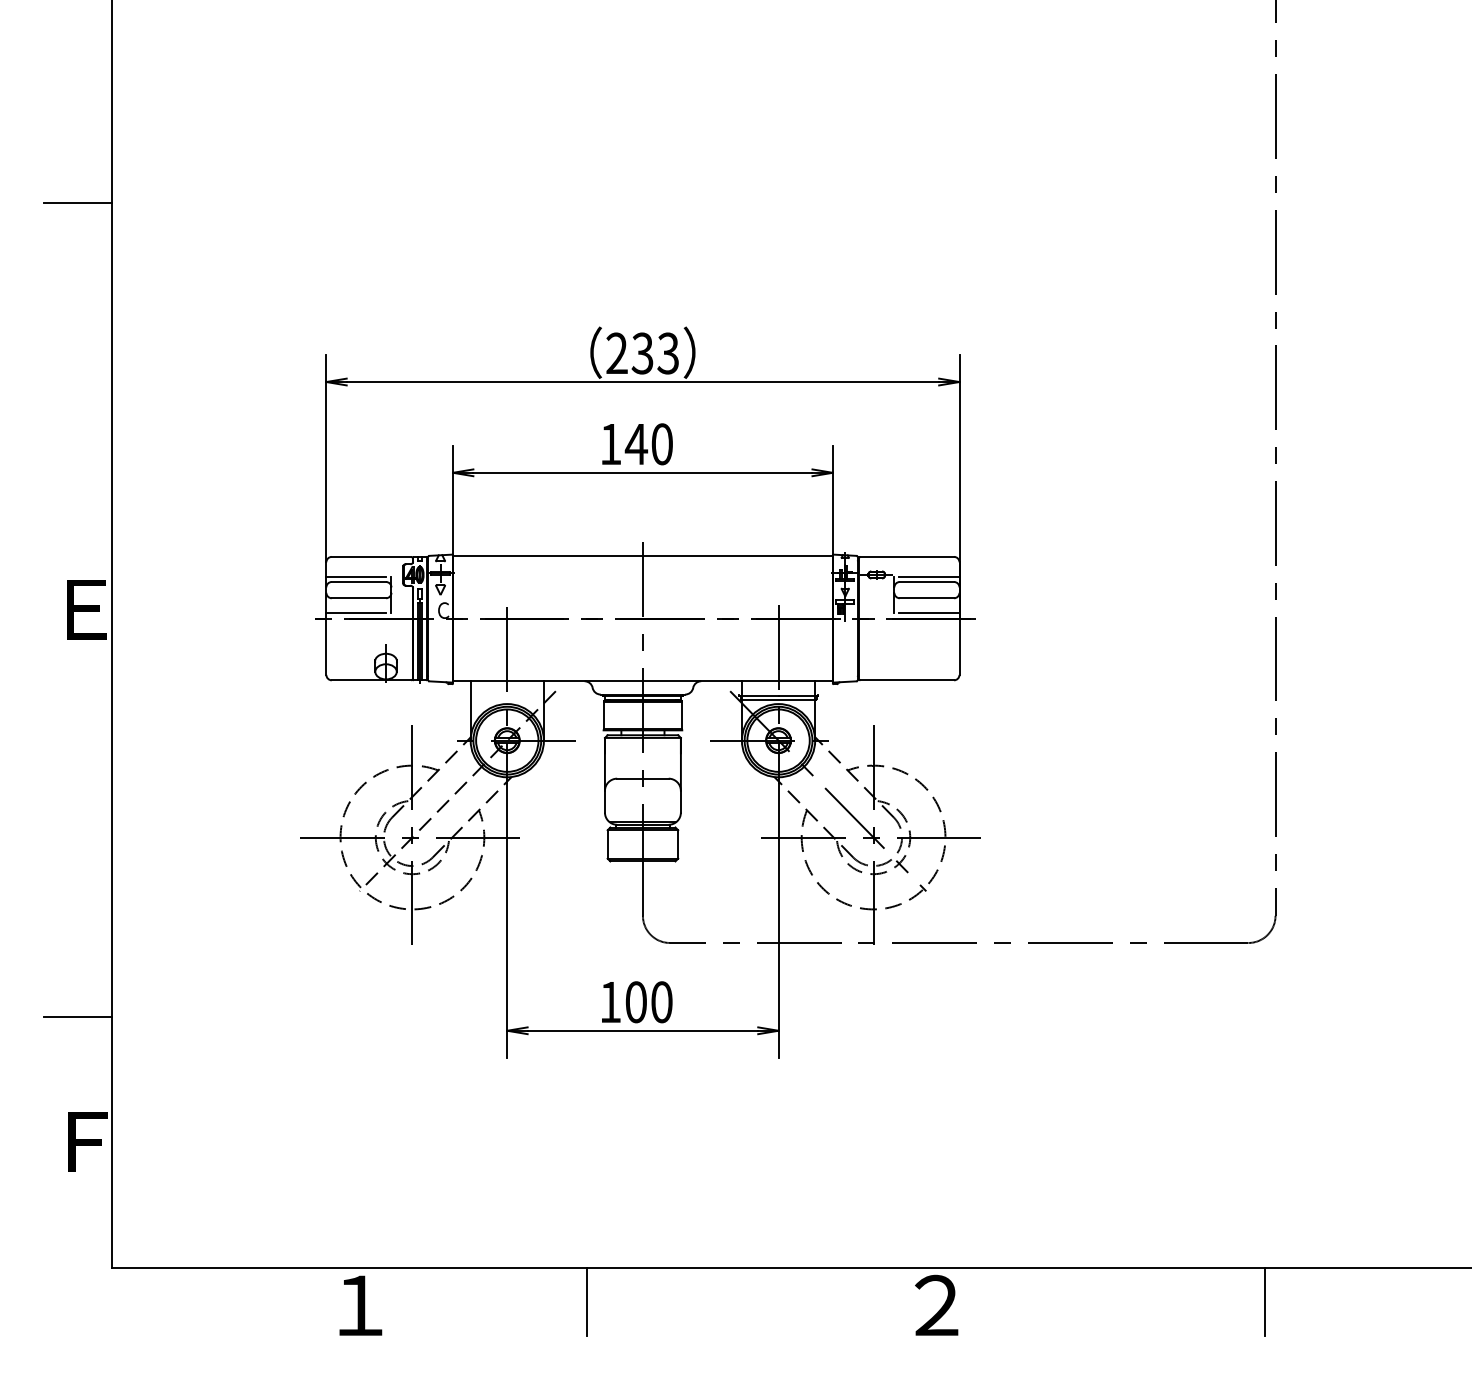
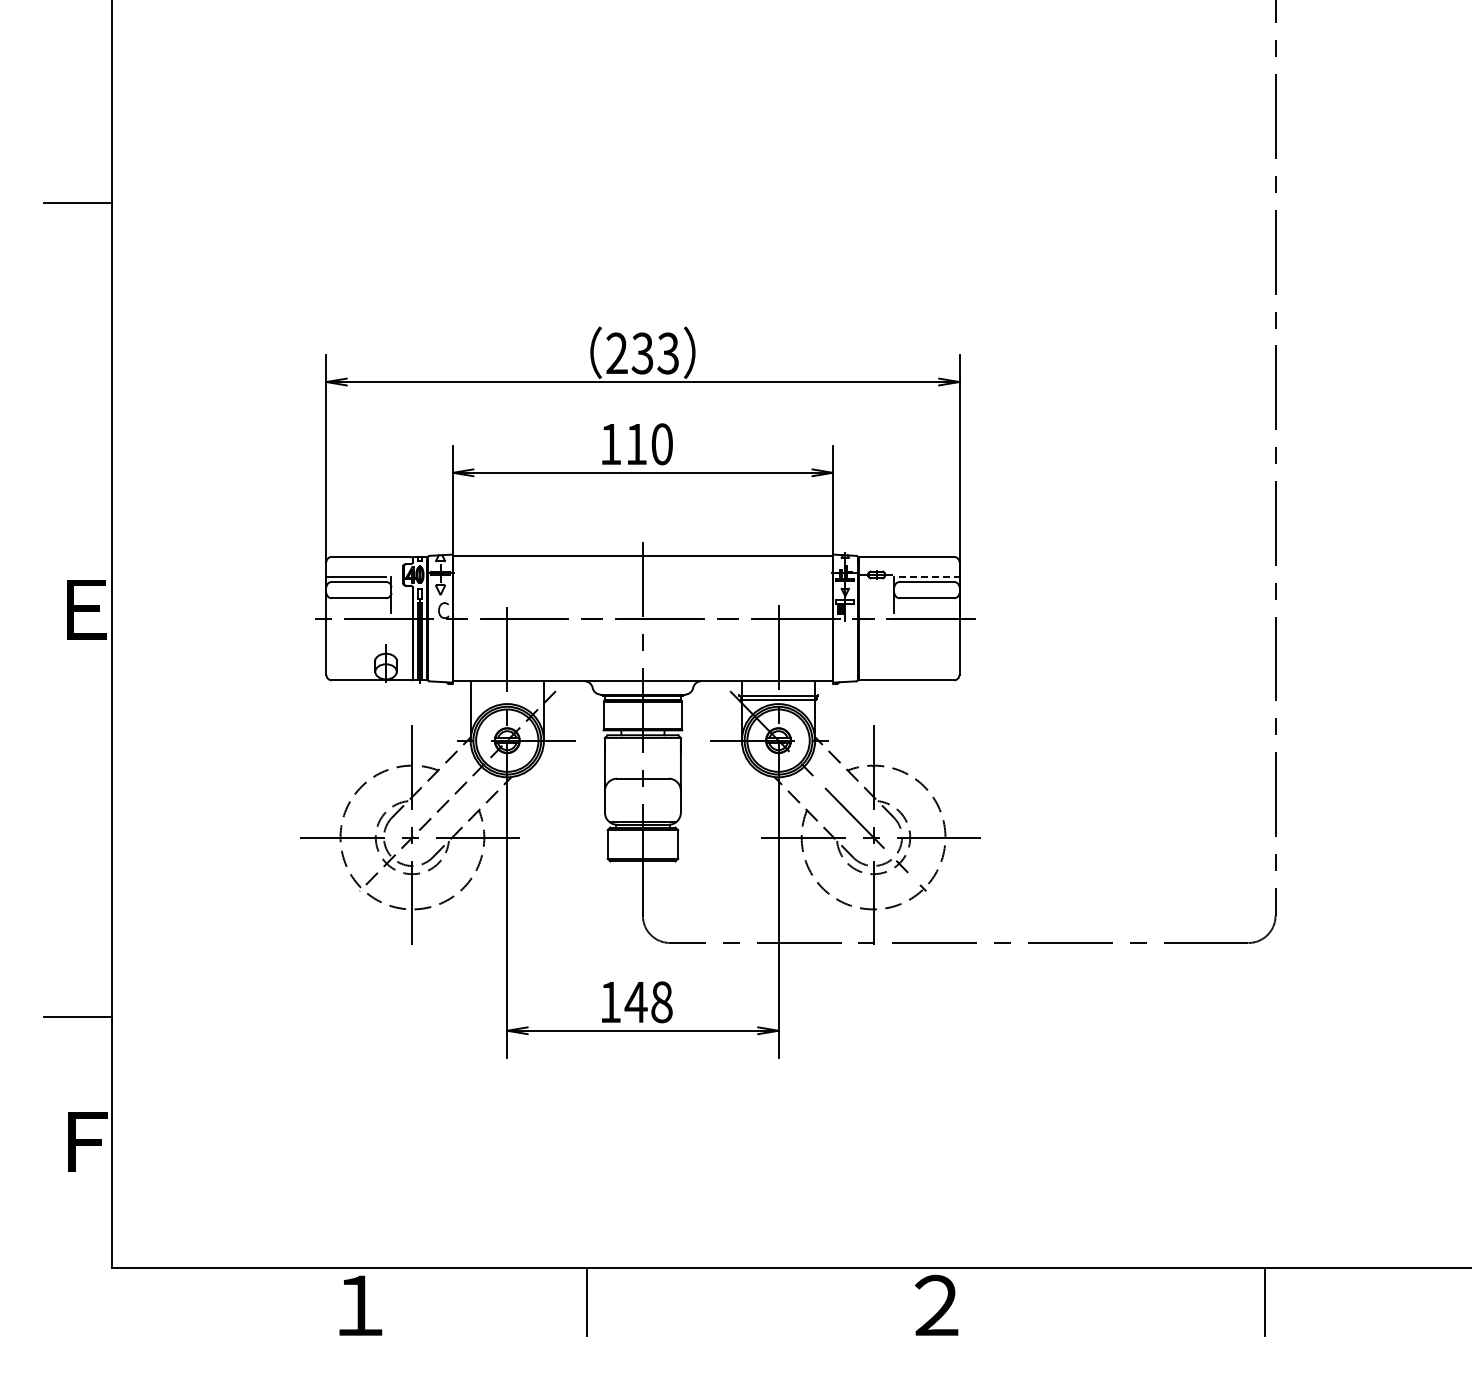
text at (636, 444): 140 -> 110
line at (929, 577): solid -> dashed
line at (356, 613): present -> none
line at (929, 613): present -> none
text at (648, 1002): 100 -> 148
